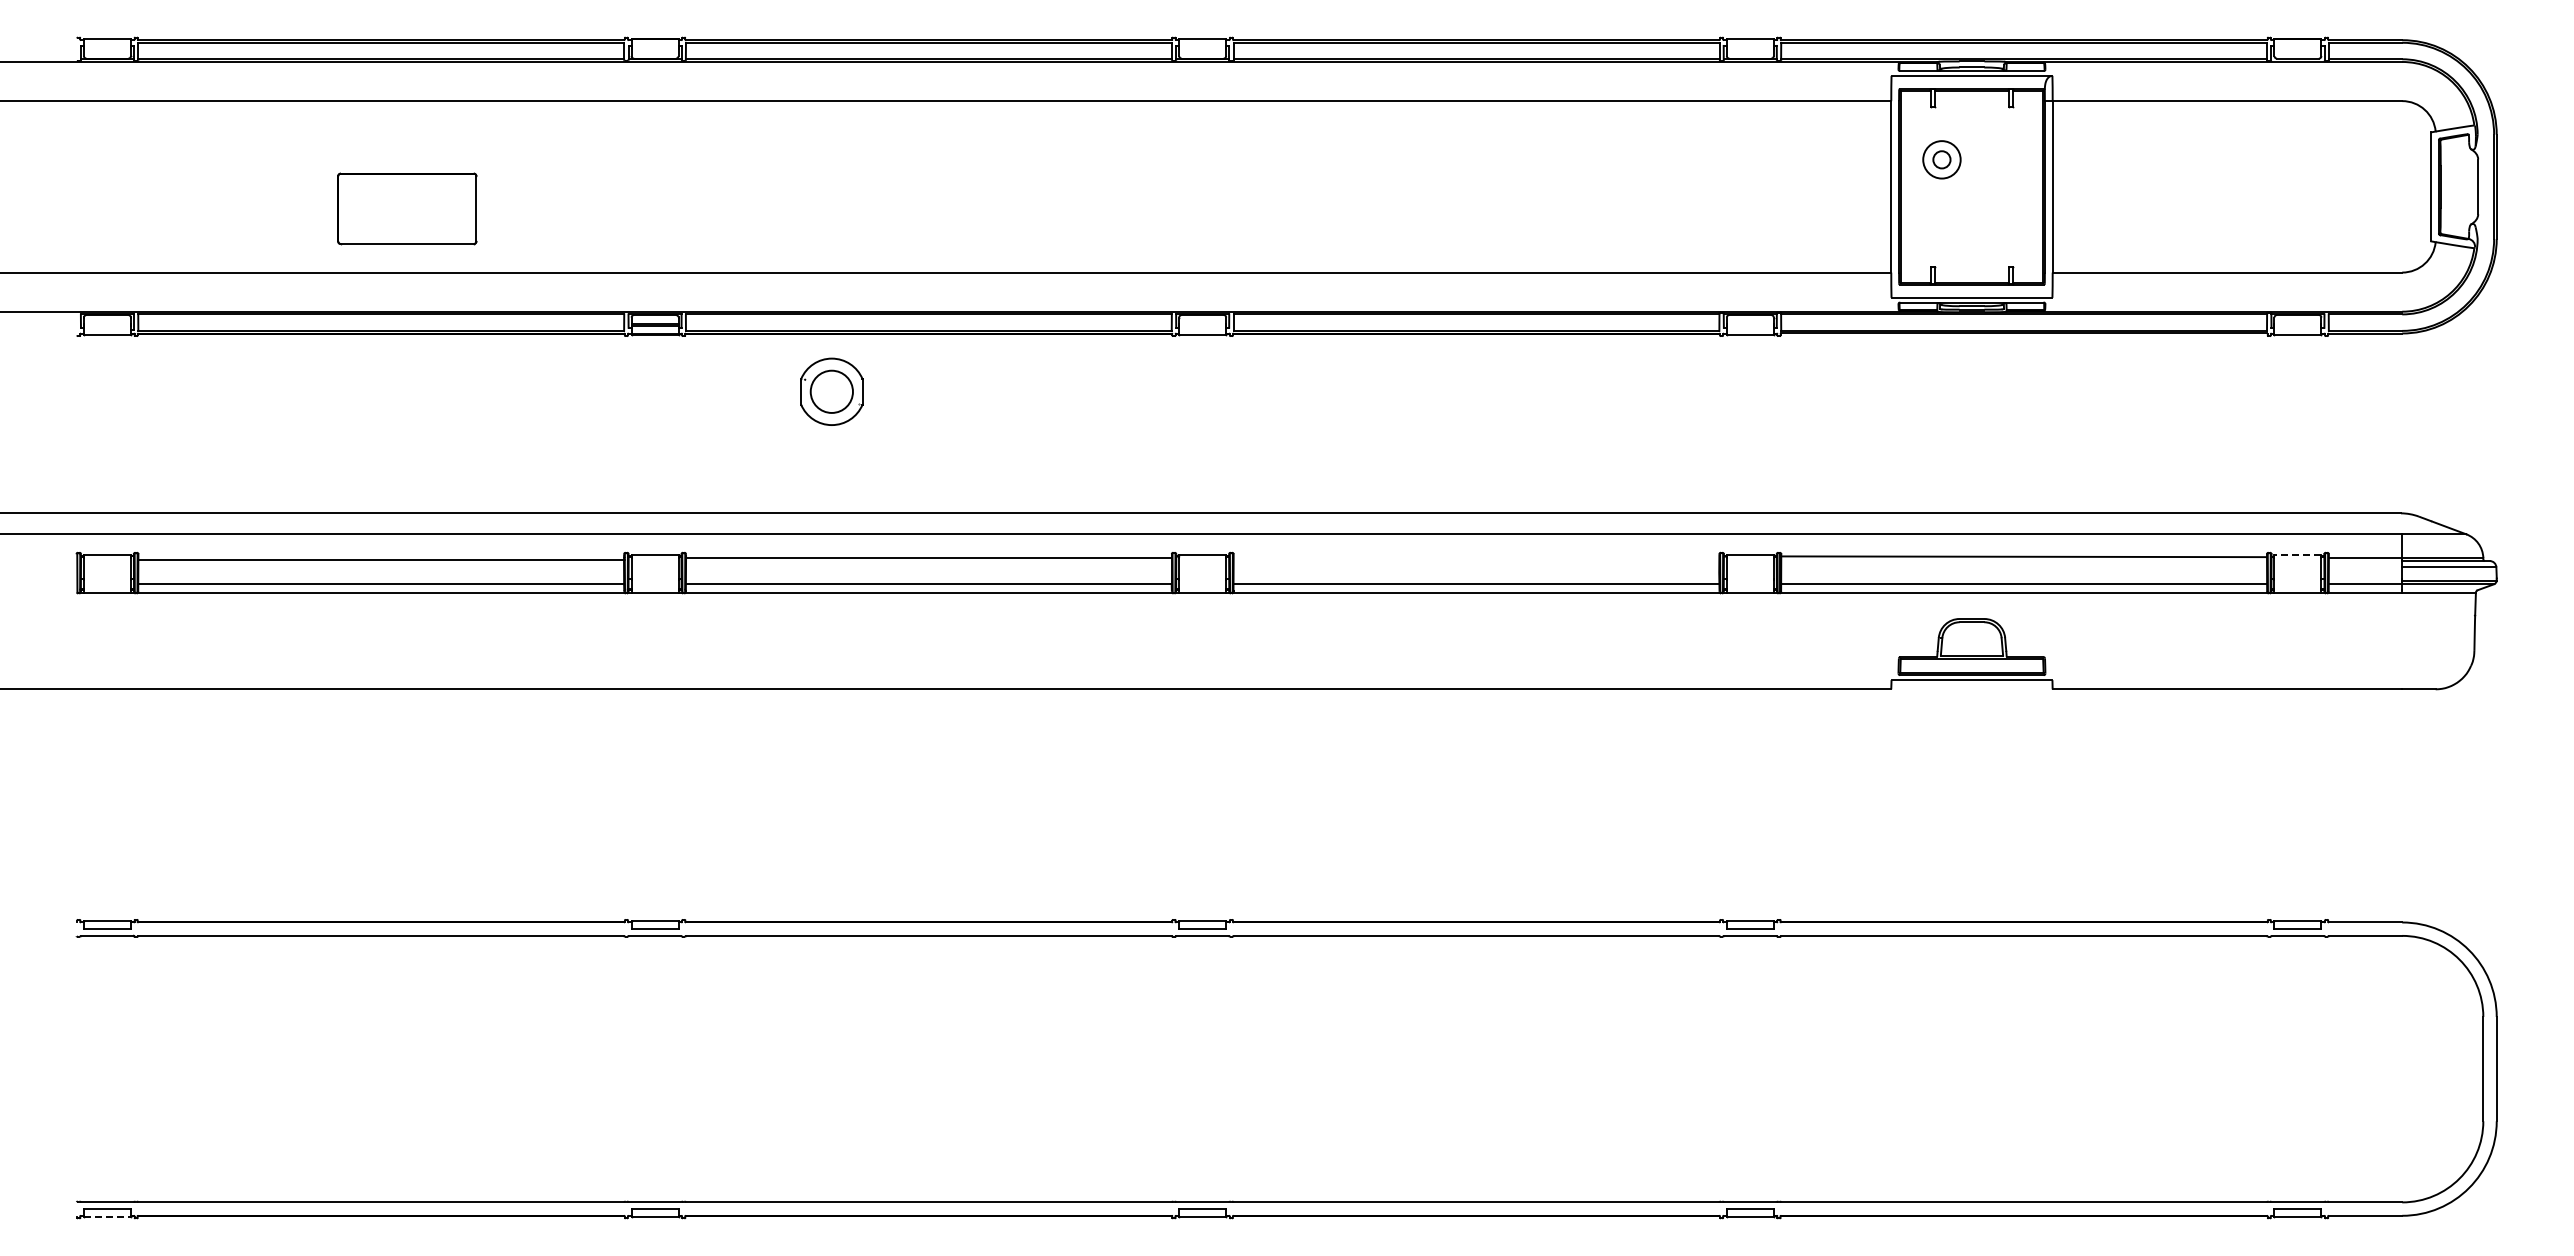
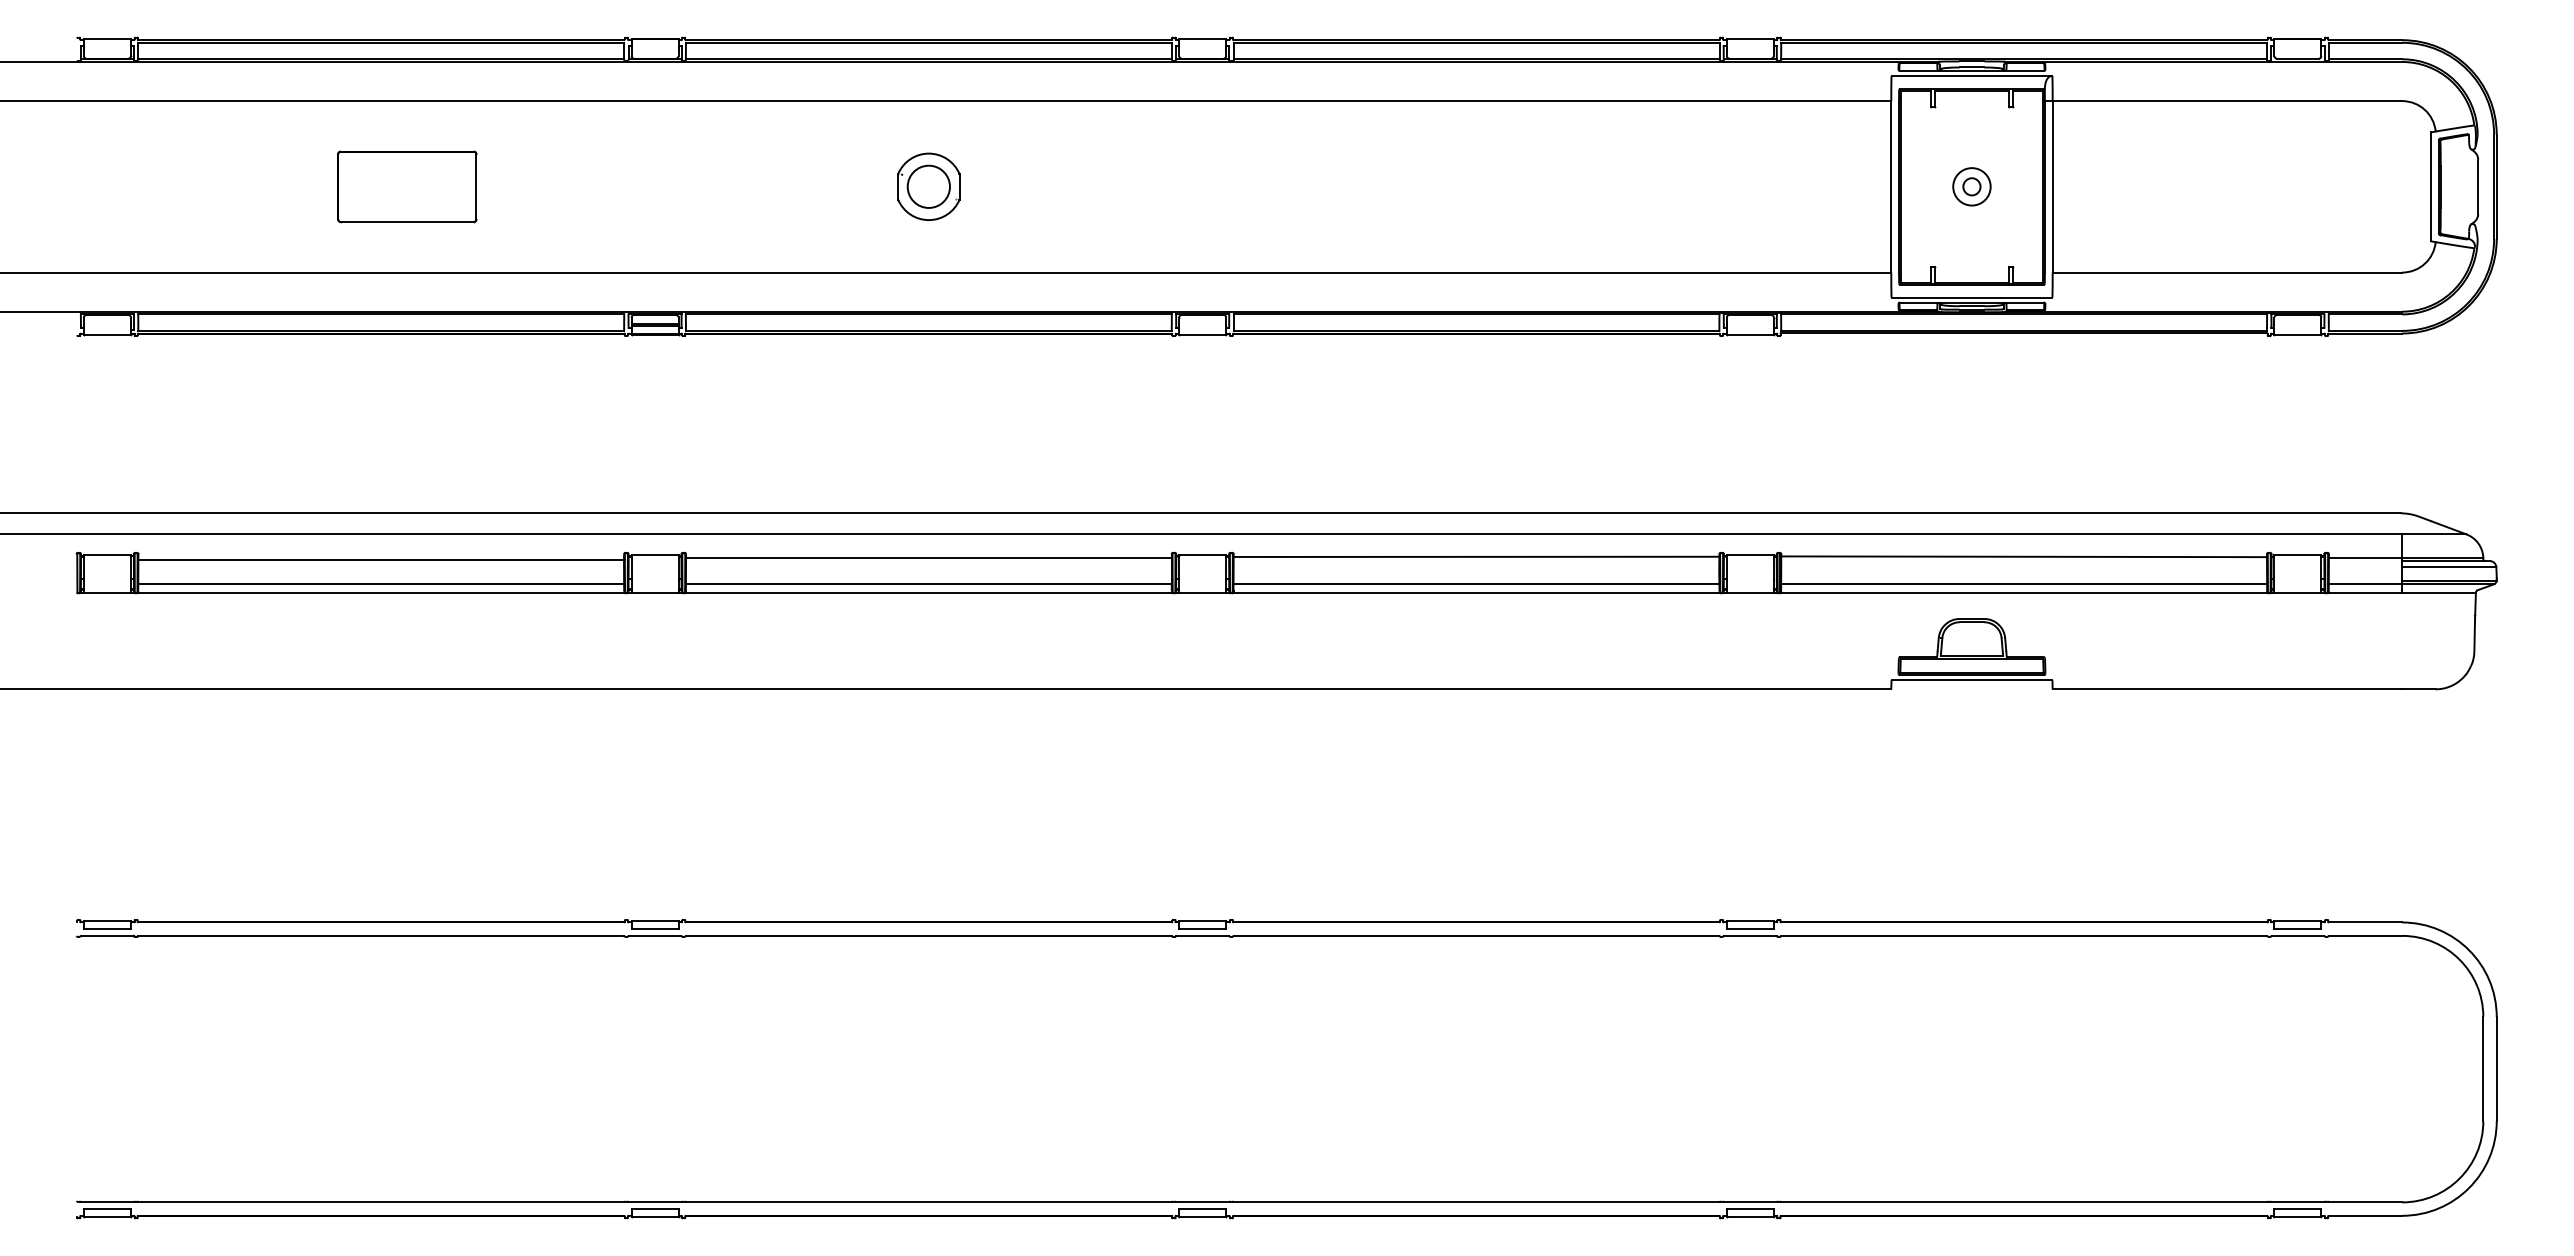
part at (1941, 159) position: (1941, 159) -> (1971, 186)
part at (407, 208) position: (407, 208) -> (407, 186)
part at (831, 391) position: (831, 391) -> (928, 186)
line at (2297, 554): dashed -> solid
line at (1476, 556): none -> present
line at (107, 1217): dashed -> solid
